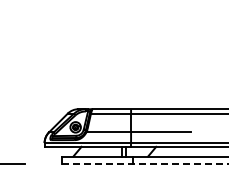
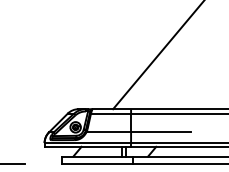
line at (157, 55): none -> present
line at (145, 164): dashed -> solid
